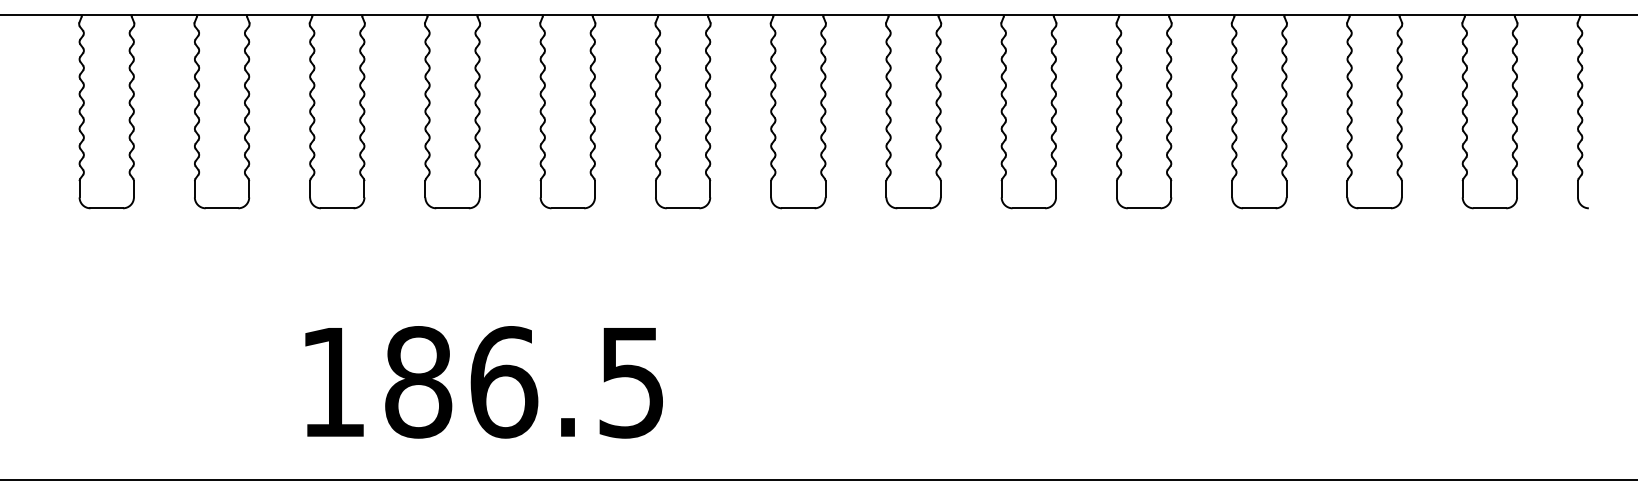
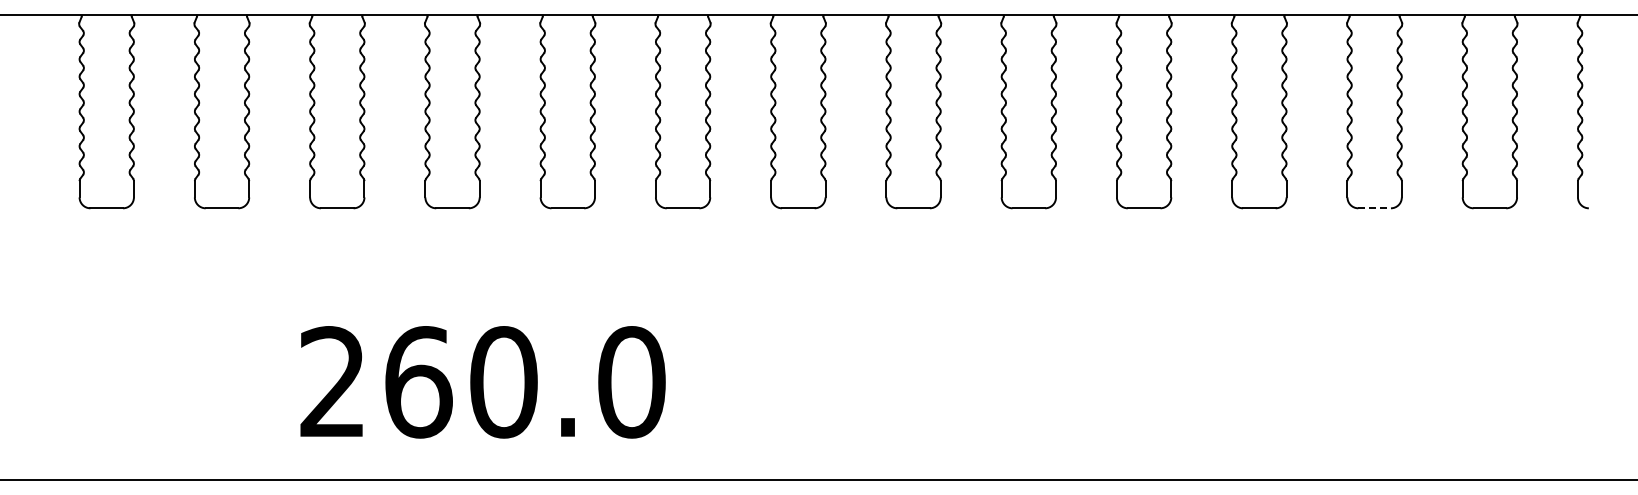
line at (1375, 208): solid -> dashed
text at (482, 382): 186.5 -> 260.0
